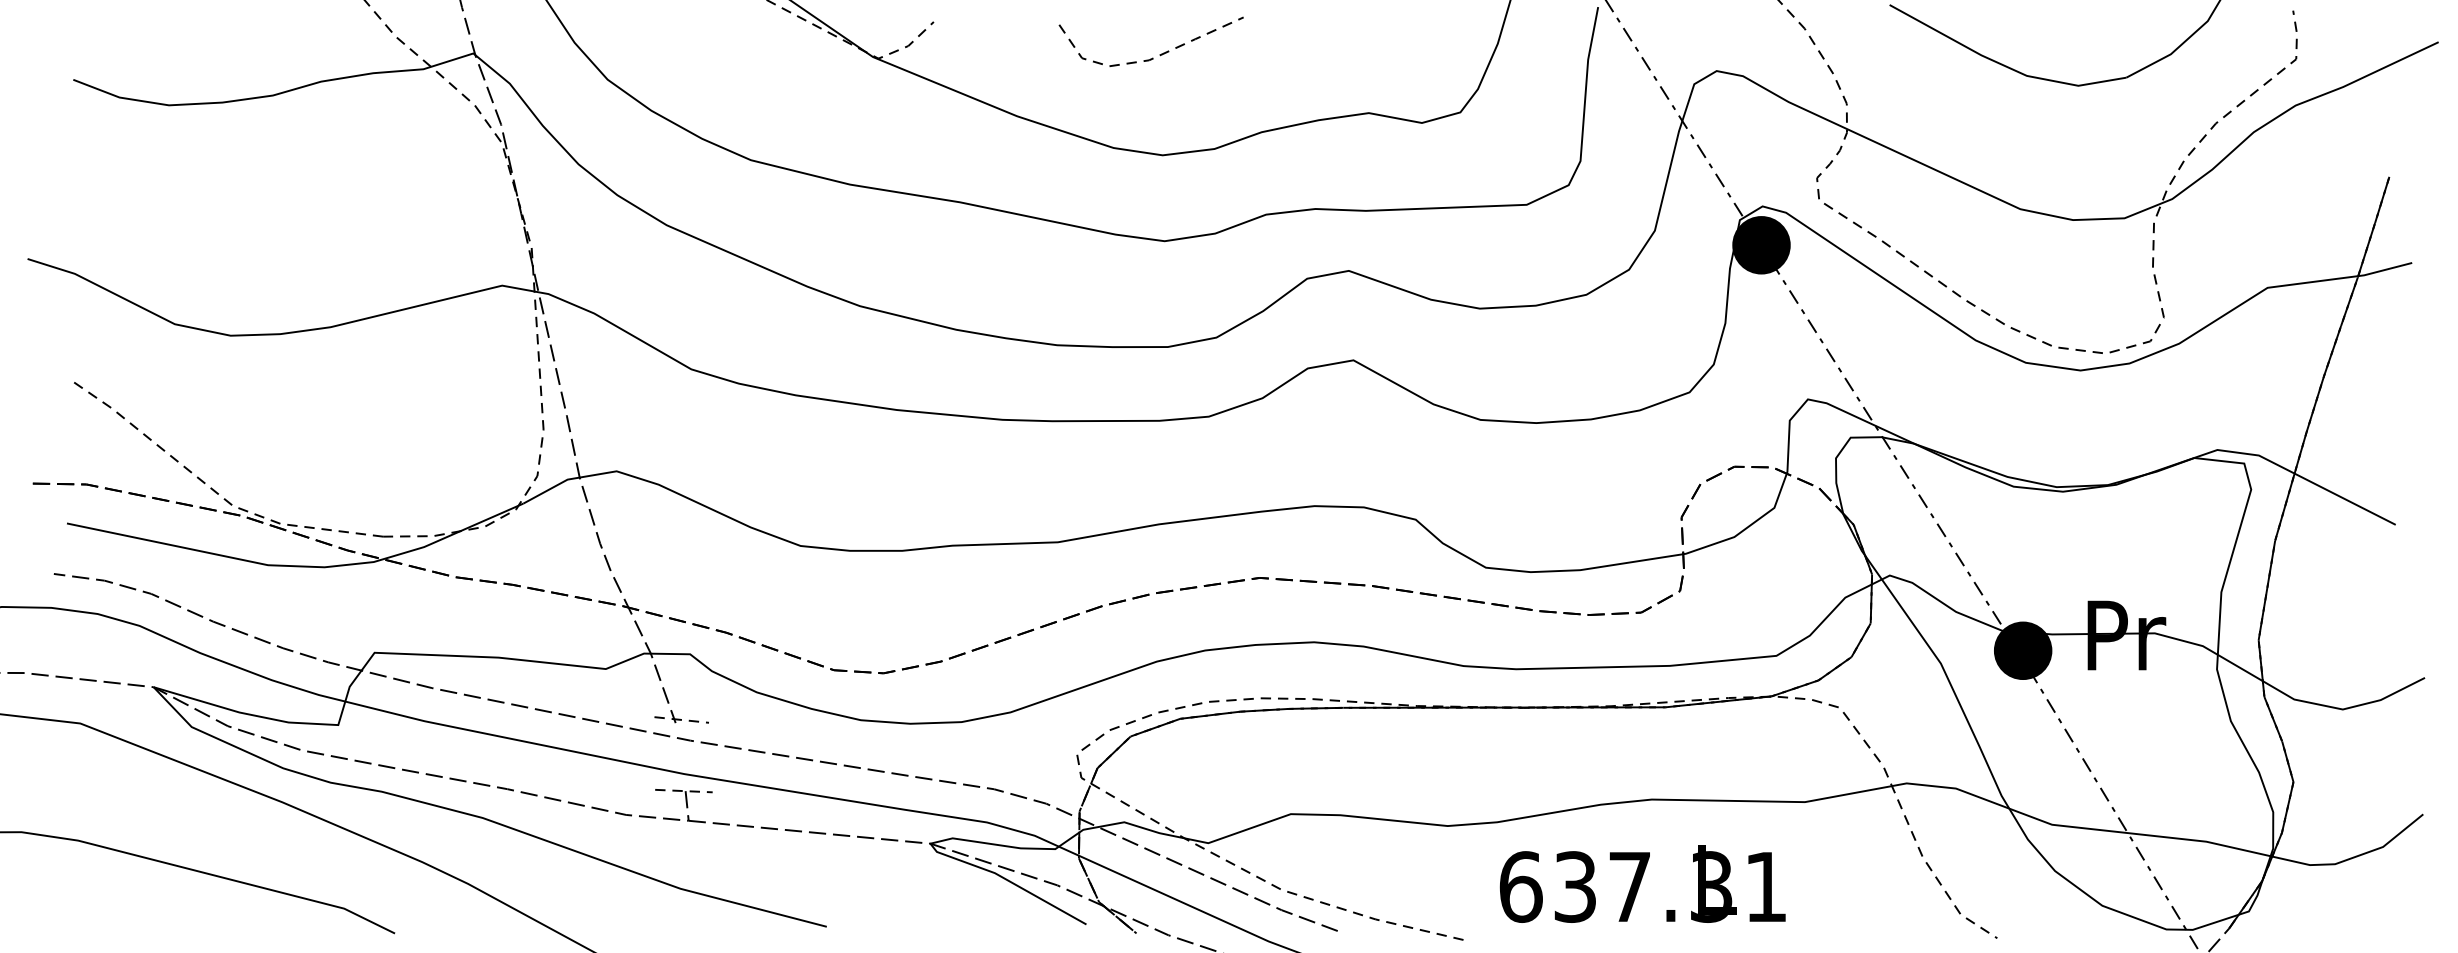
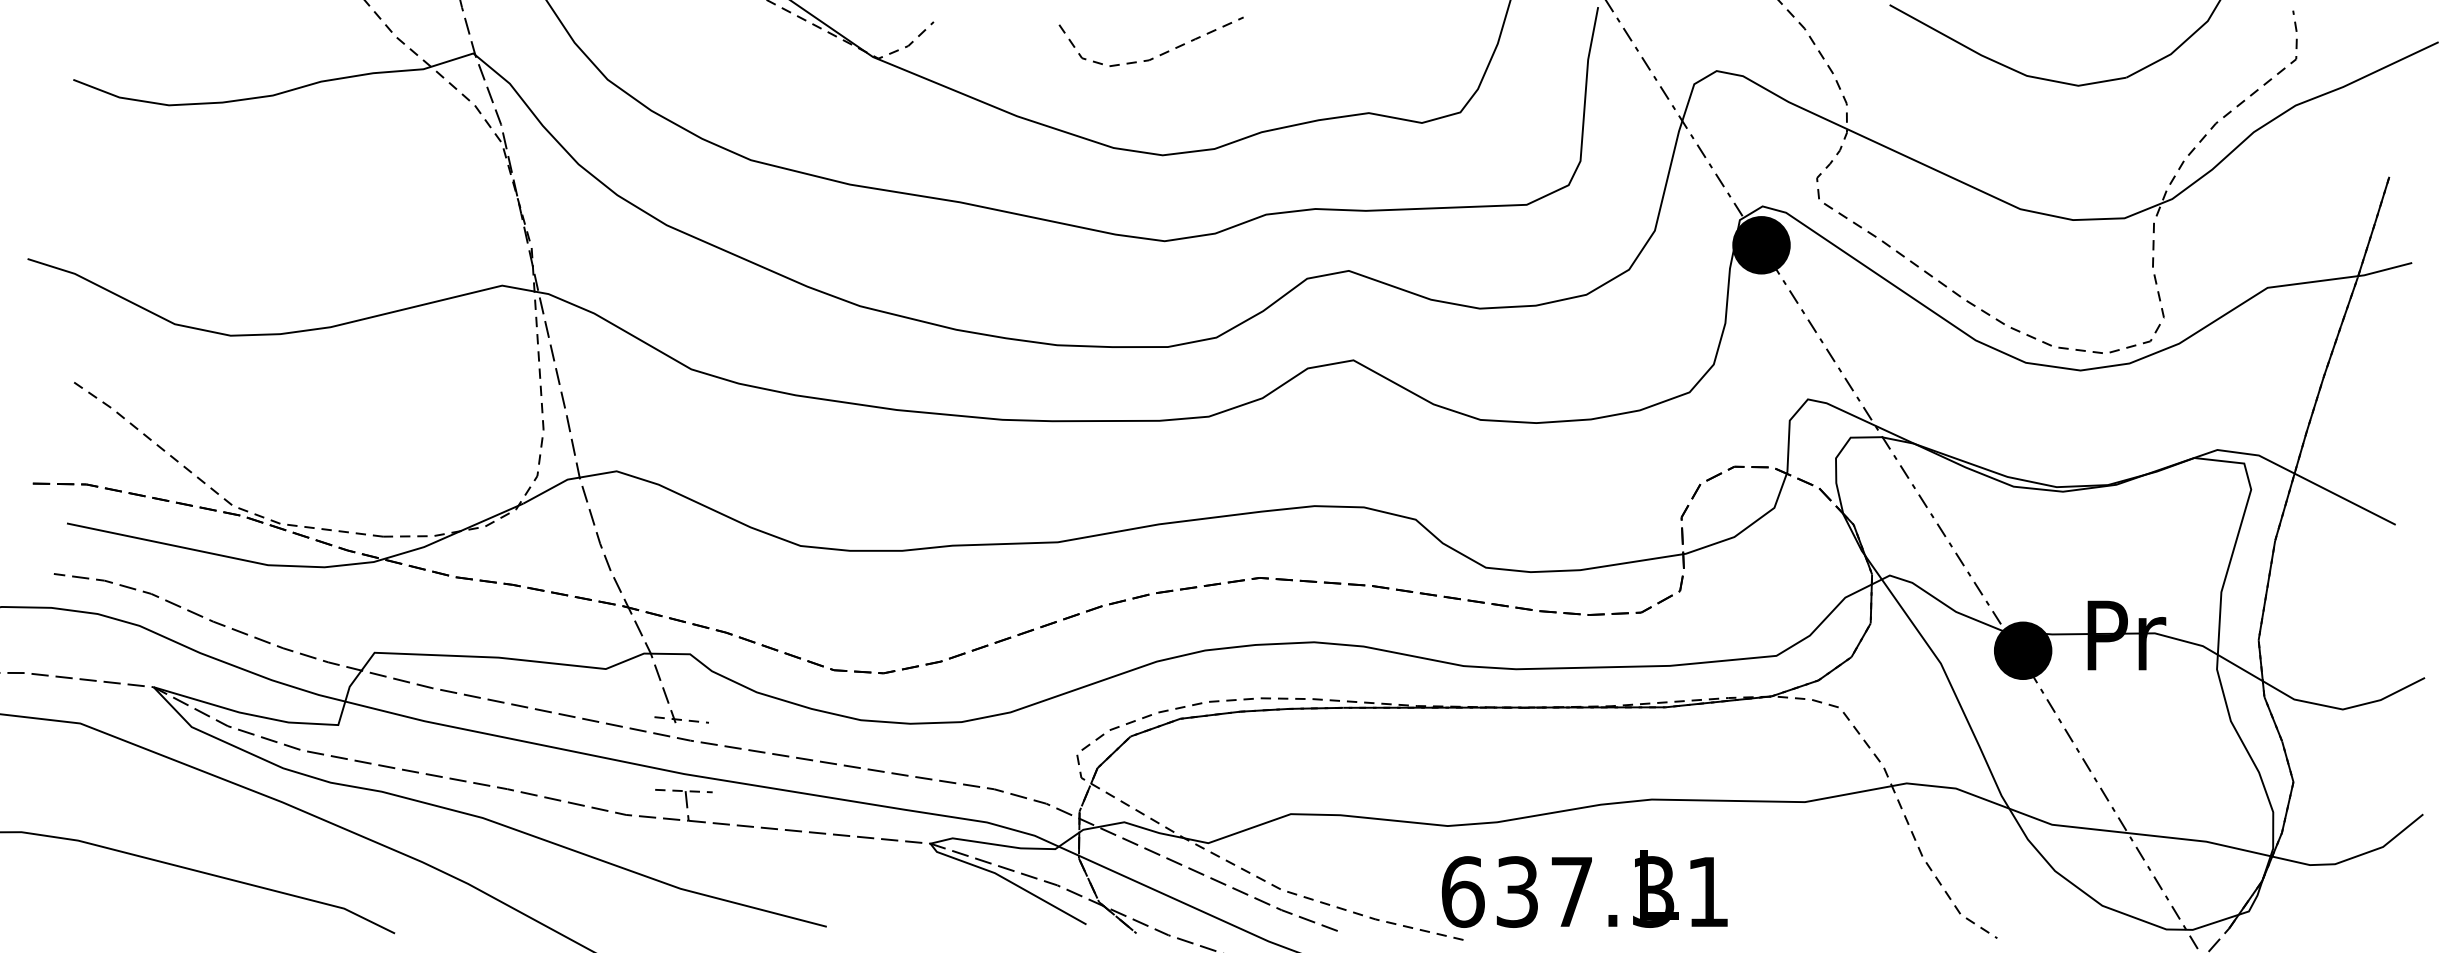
text at (1642, 883) position: (1642, 883) -> (1584, 888)
